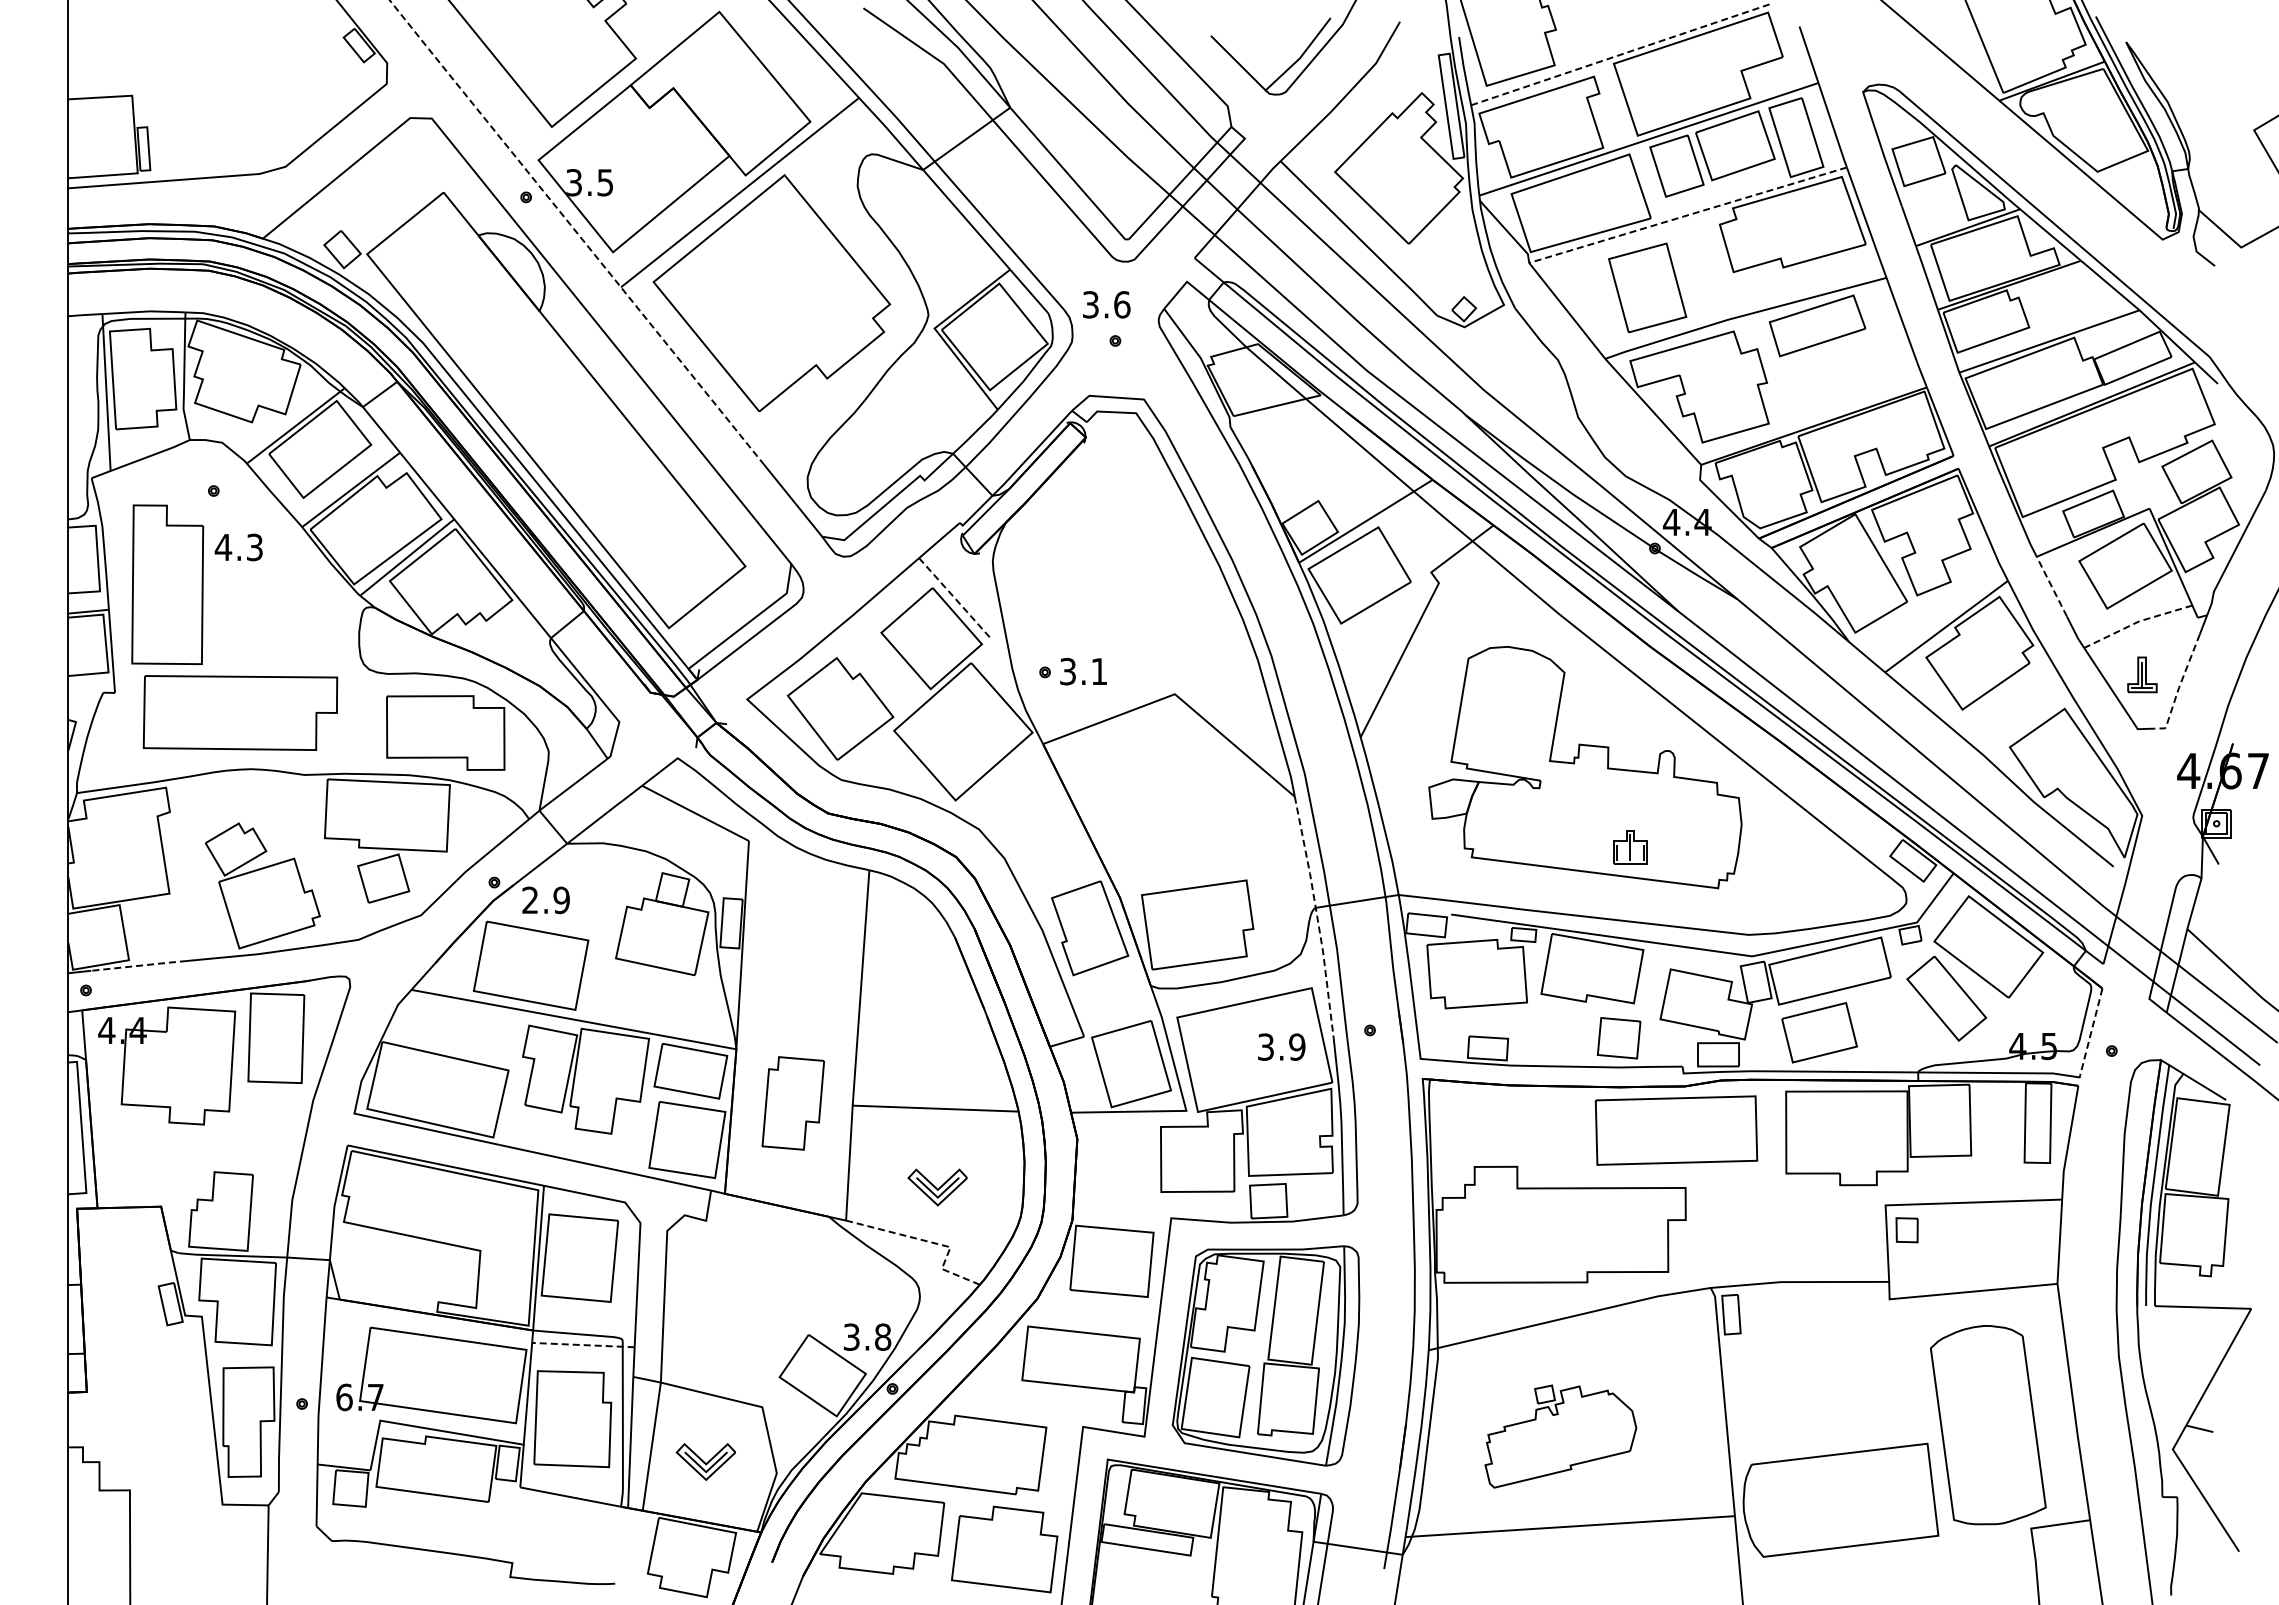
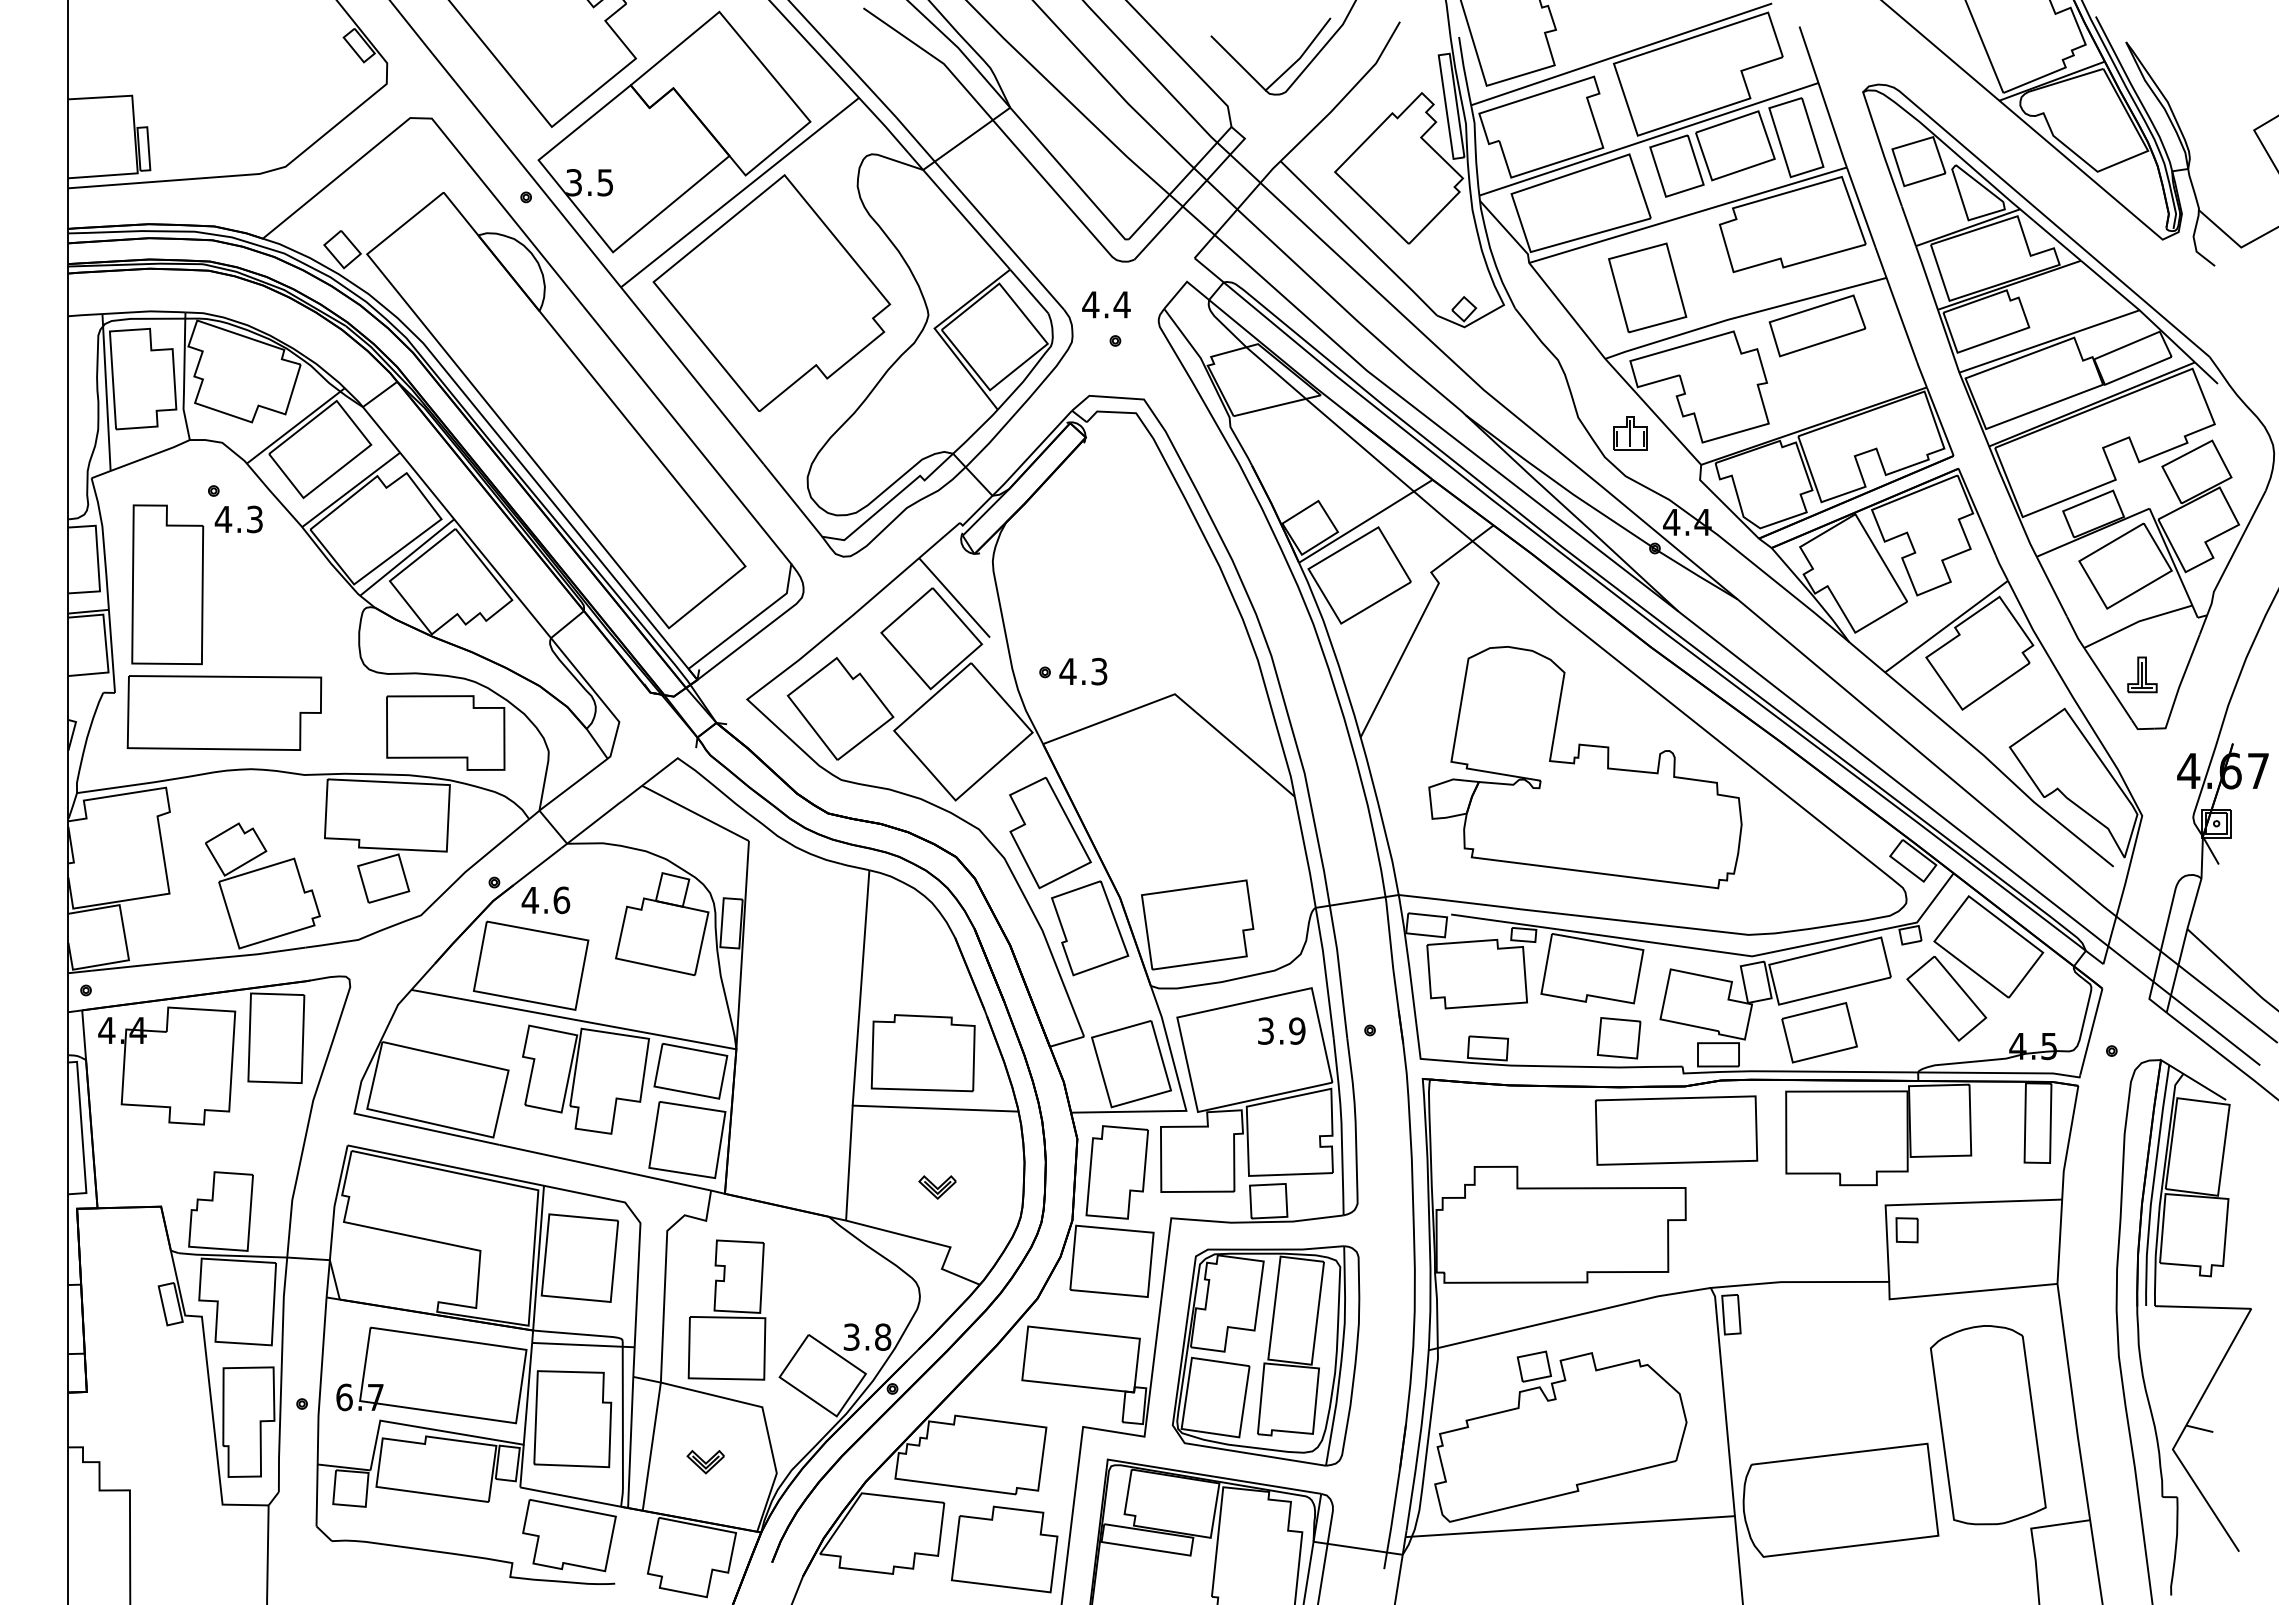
line at (1621, 54): dashed -> solid
line at (1688, 215): dashed -> solid
line at (576, 232): dashed -> solid
text at (1106, 304): 3.6 -> 4.4
text at (238, 547) position: (238, 547) -> (238, 519)
line at (2052, 587): dashed -> solid
line at (954, 598): dashed -> solid
line at (2136, 622): dashed -> solid
text at (1083, 671): 3.1 -> 4.3
line at (2179, 687): dashed -> solid
part at (240, 712) position: (240, 712) -> (224, 712)
part at (1050, 832): none -> present
part at (1630, 847) position: (1630, 847) -> (1630, 433)
text at (545, 900): 2.9 -> 4.6
line at (1317, 916): dashed -> solid
line at (139, 965): dashed -> solid
line at (2091, 1032): dashed -> solid
text at (1281, 1046) position: (1281, 1046) -> (1281, 1030)
part at (922, 1053): none -> present
part at (792, 1103) position: (792, 1103) -> (1116, 1172)
part at (937, 1187) size: 61x39 px -> 39x25 px
line at (931, 1242): dashed -> solid
part at (726, 1309): none -> present
line at (584, 1345): dashed -> solid
part at (1560, 1436) size: 154x105 px -> 254x173 px
part at (705, 1461) size: 61x38 px -> 39x25 px
part at (569, 1535): none -> present
